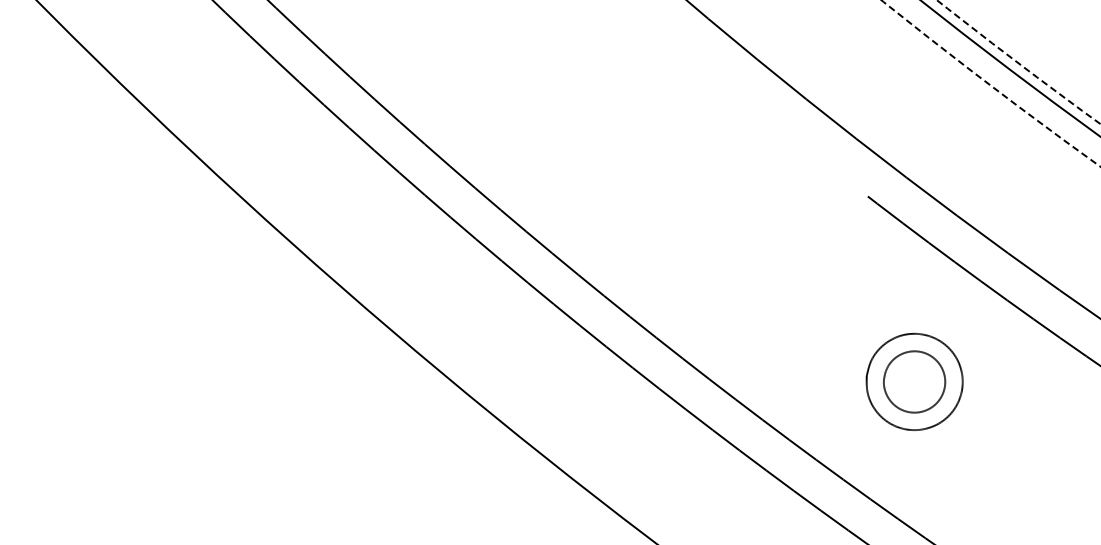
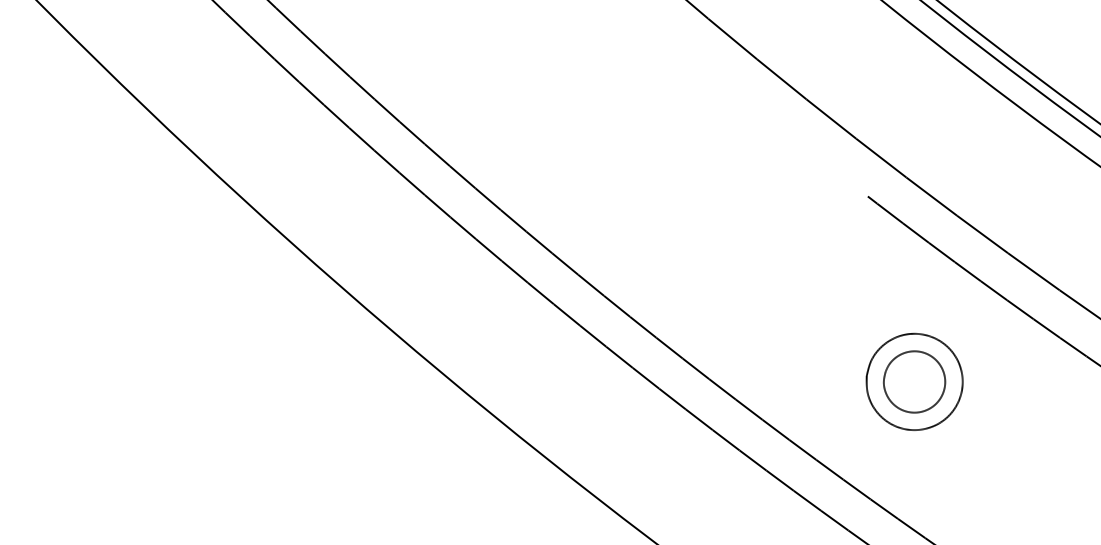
arc at (1018, 63): dashed -> solid
arc at (989, 84): dashed -> solid
